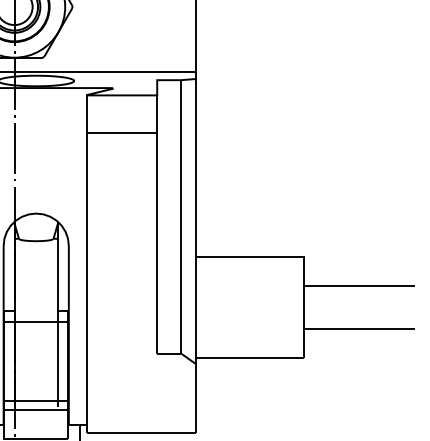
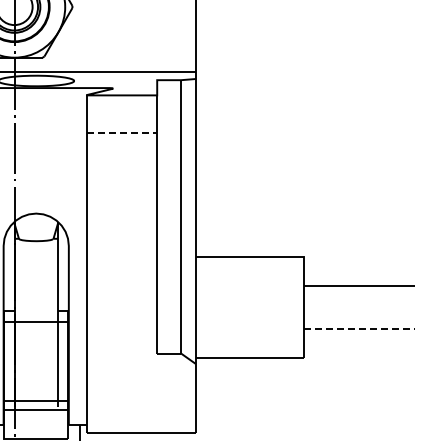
line at (122, 133): solid -> dashed
line at (360, 329): solid -> dashed
